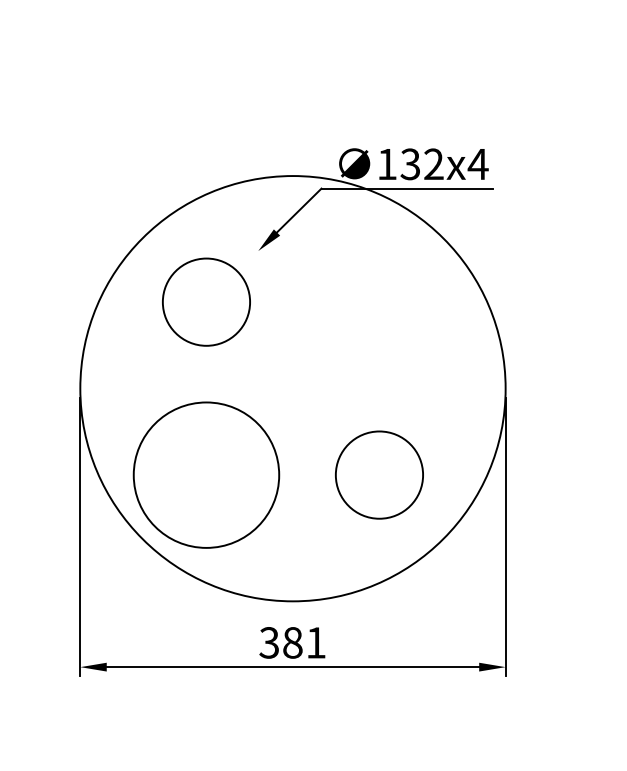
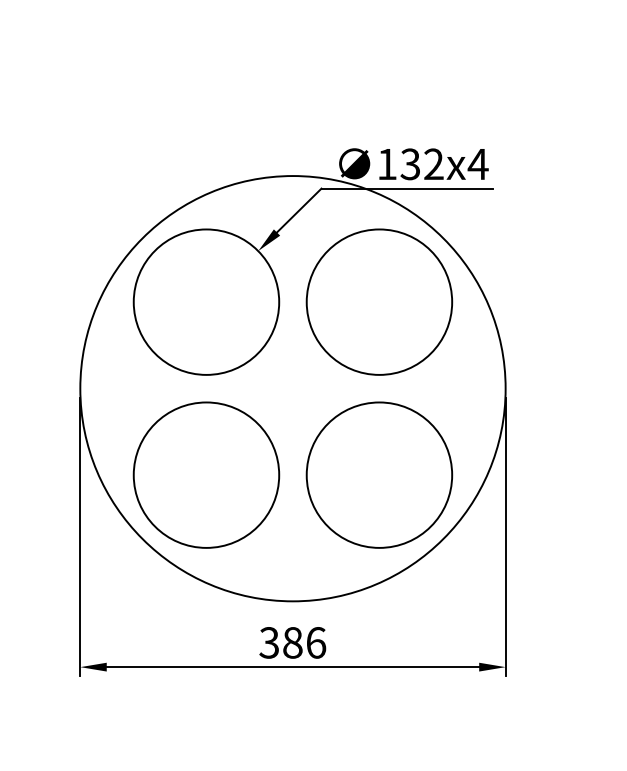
circle at (206, 301) diameter: 87 px -> 145 px
circle at (379, 301): none -> present
circle at (379, 474) size: 89x90 px -> 149x148 px
text at (316, 642): 381 -> 386
